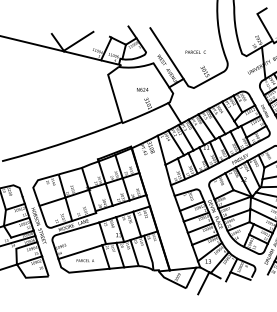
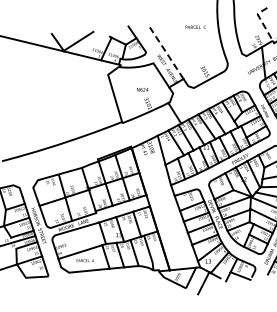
line at (261, 21): solid -> dashed
text at (195, 51) position: (195, 51) -> (195, 26)
line at (167, 53): solid -> dashed
